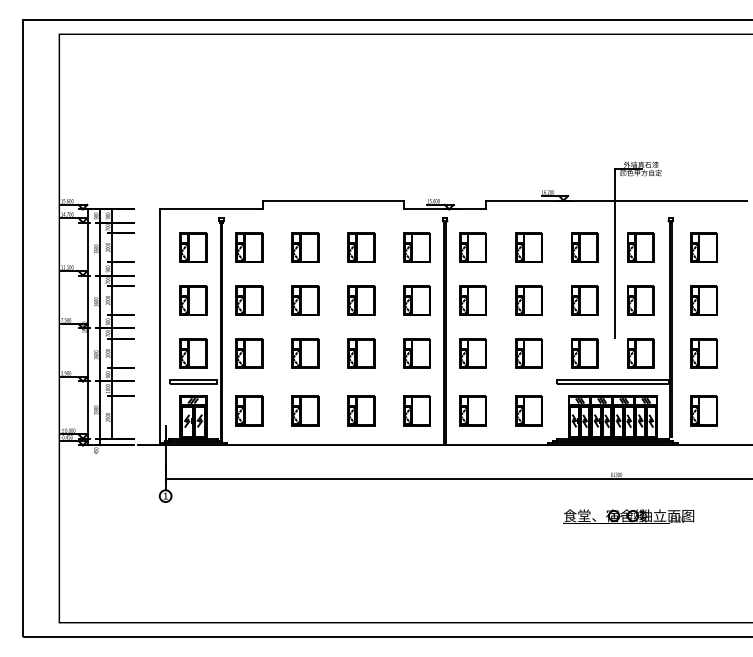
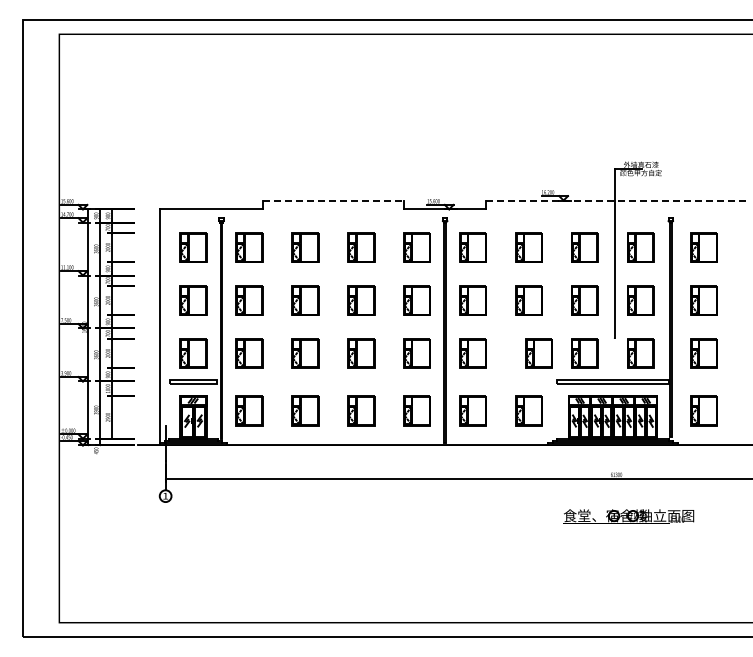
line at (333, 200): solid -> dashed
line at (617, 200): solid -> dashed
part at (528, 353) position: (528, 353) -> (538, 353)
